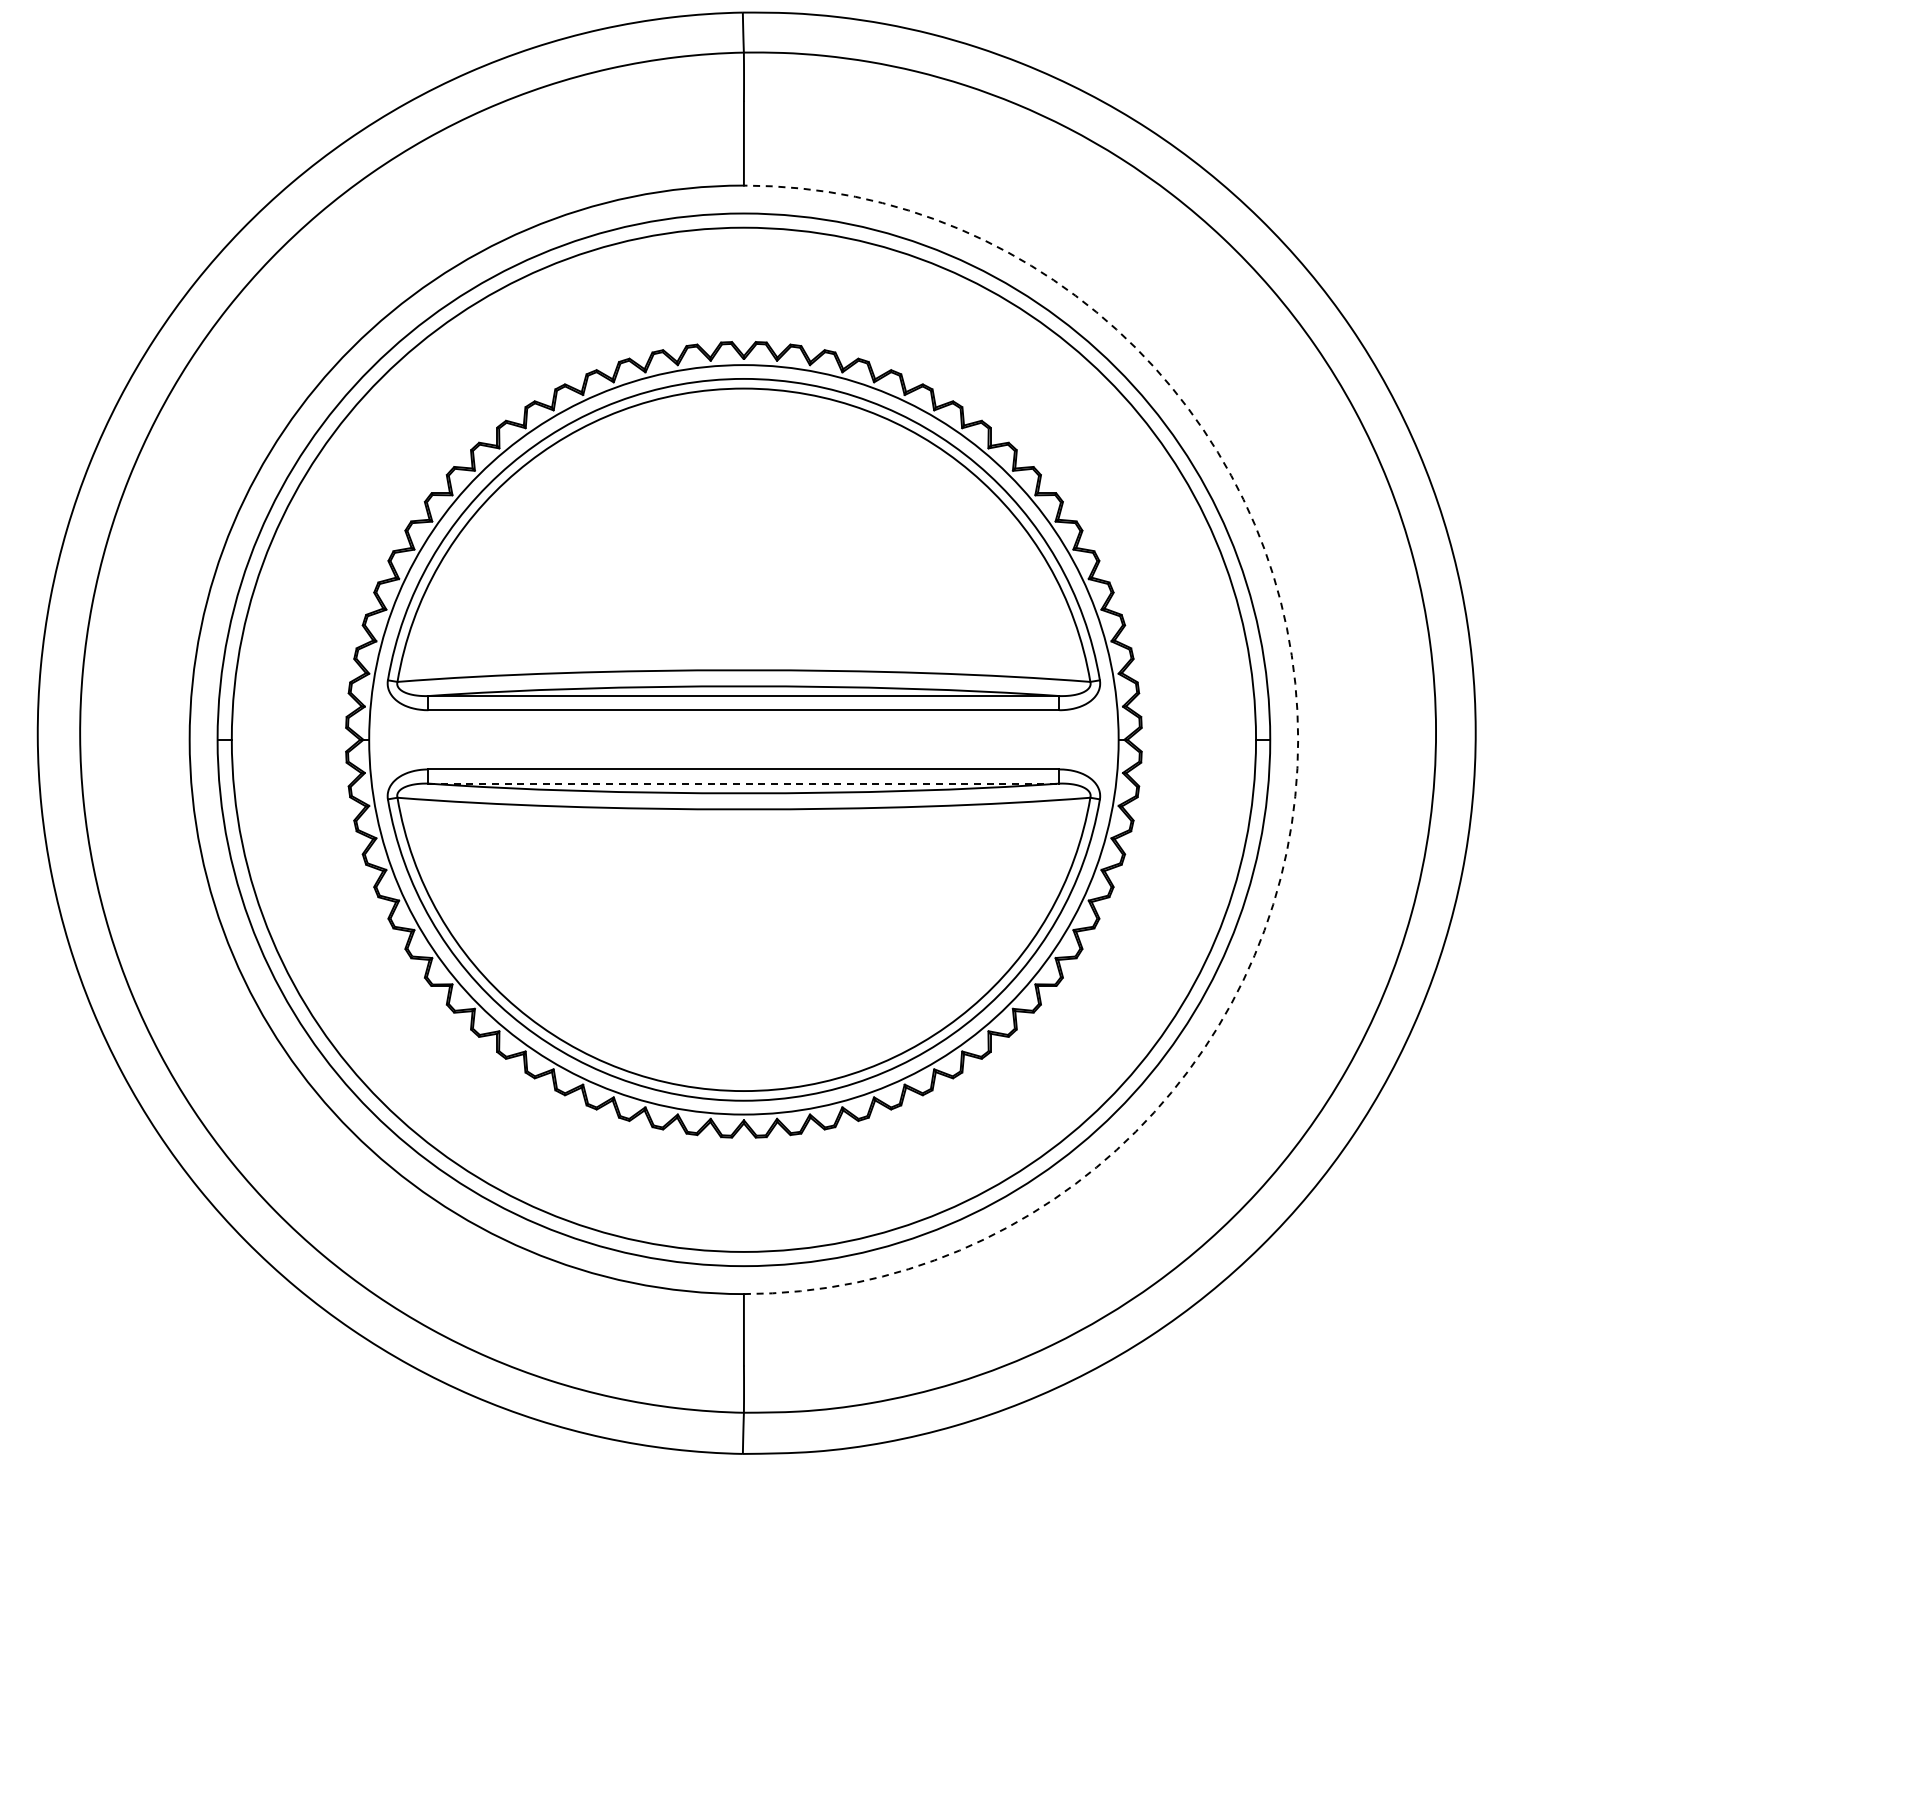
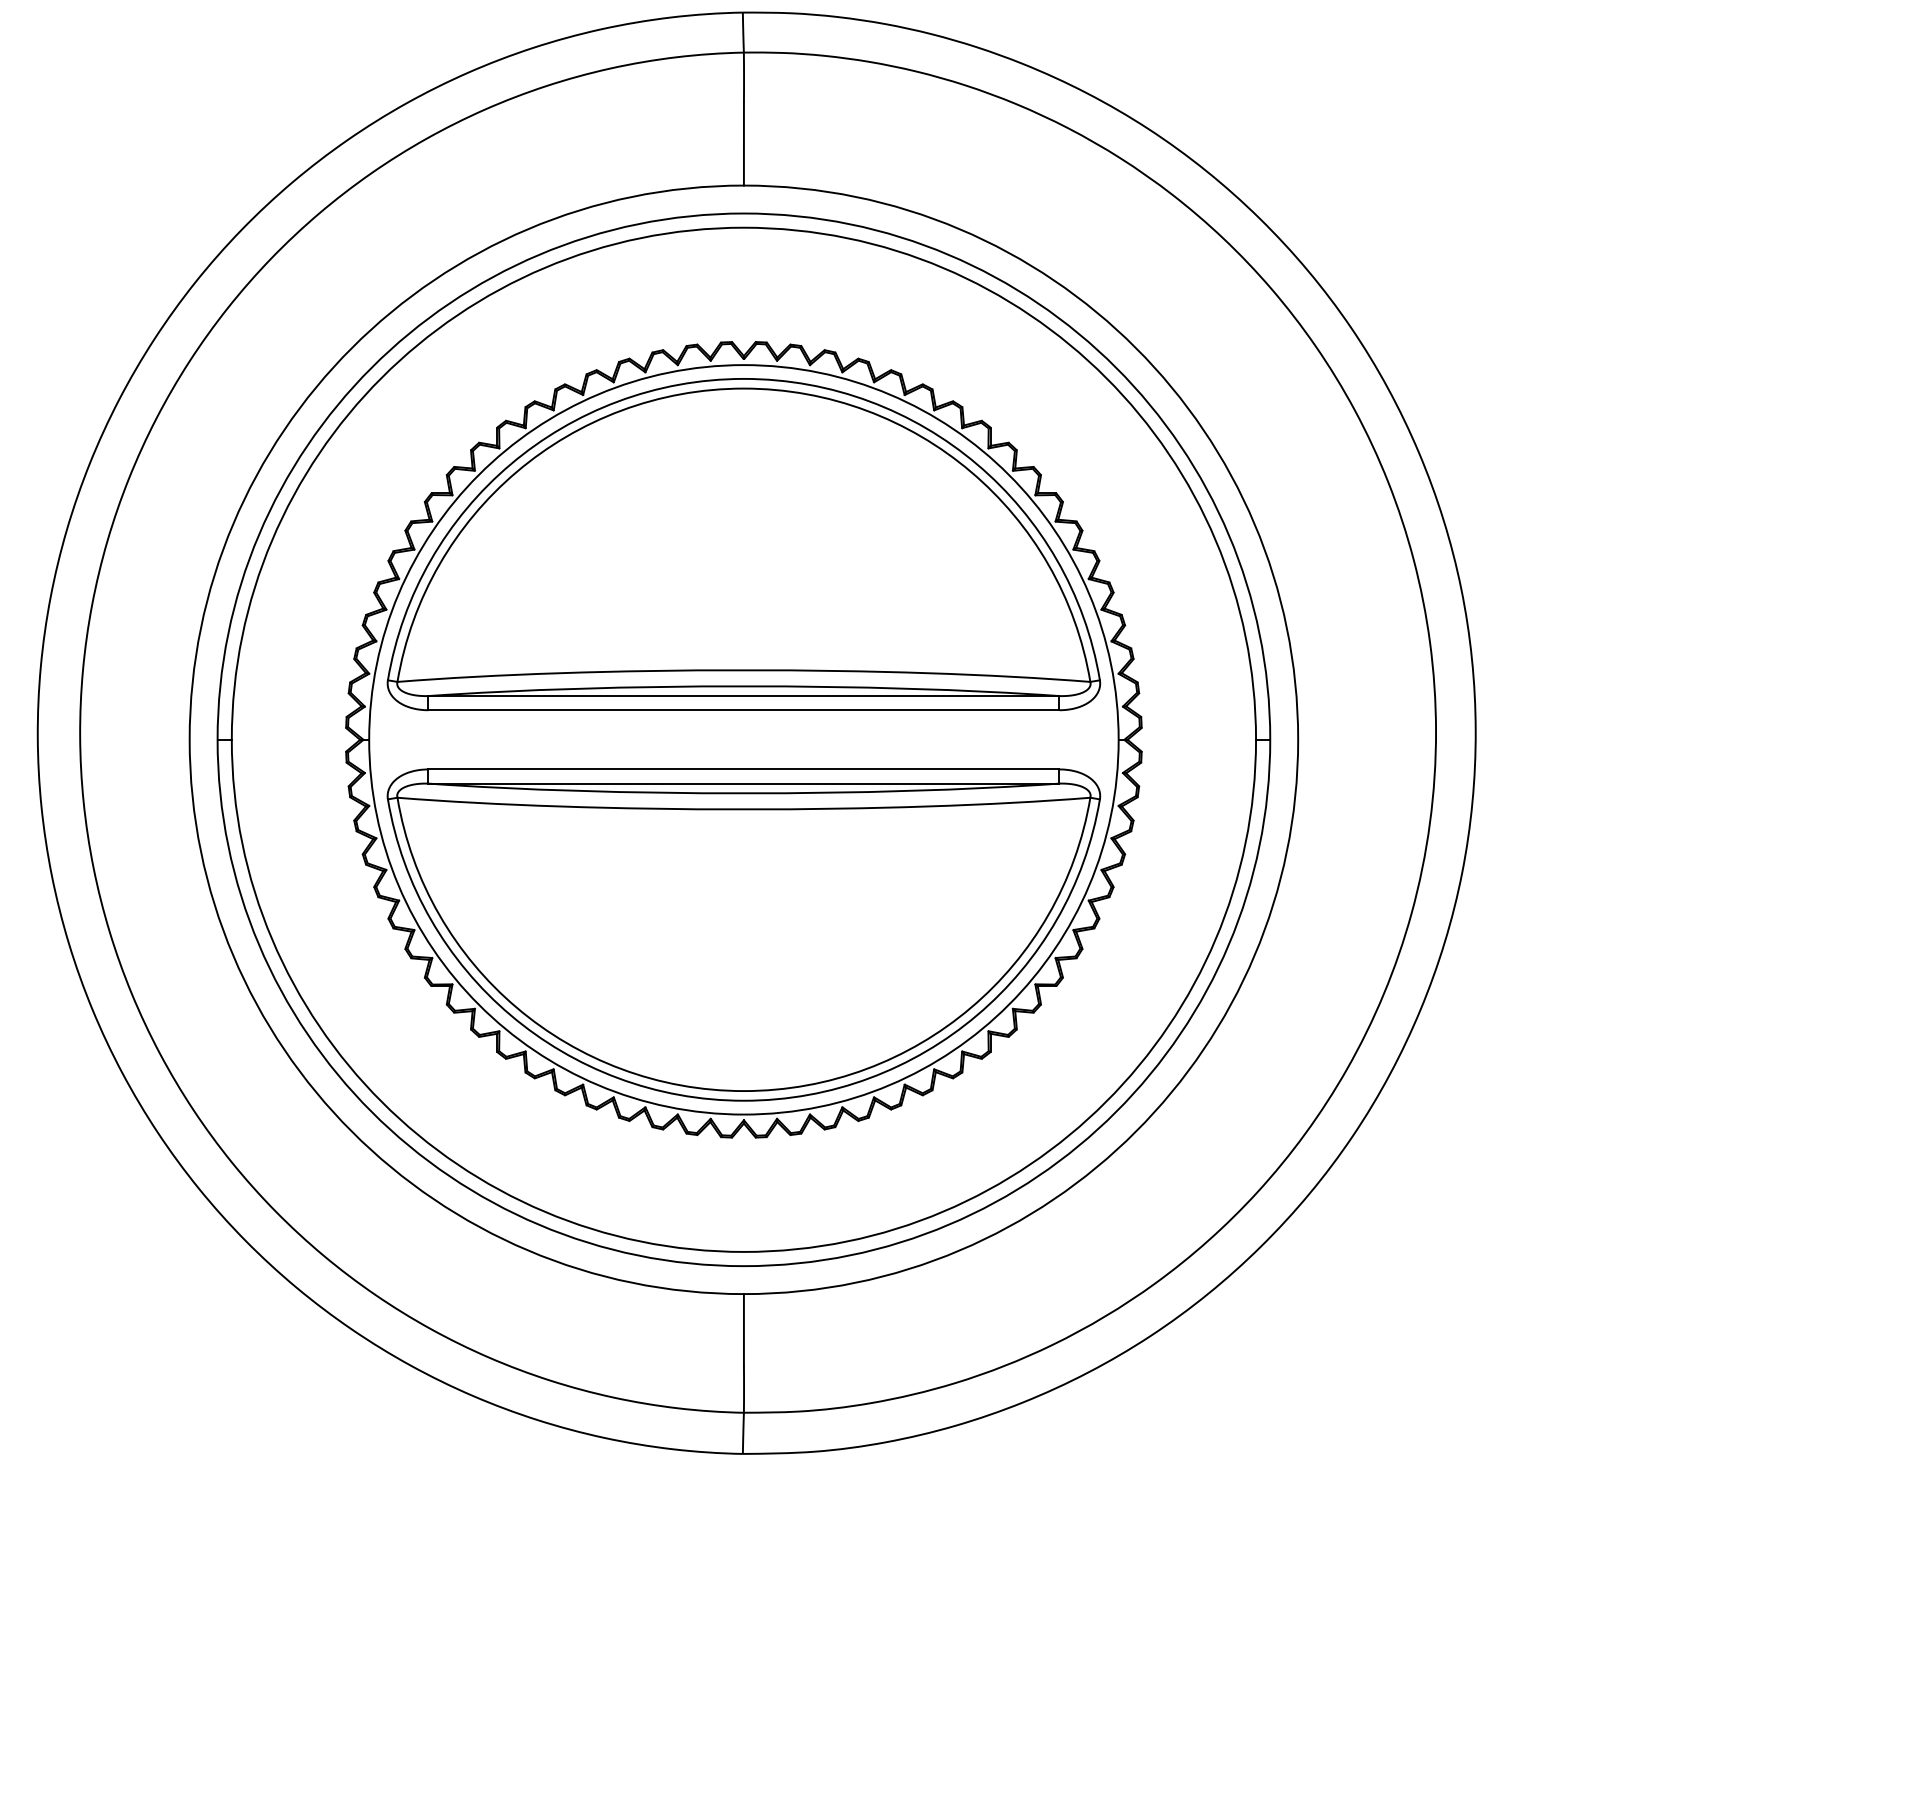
arc at (1298, 739): dashed -> solid
line at (744, 783): dashed -> solid
